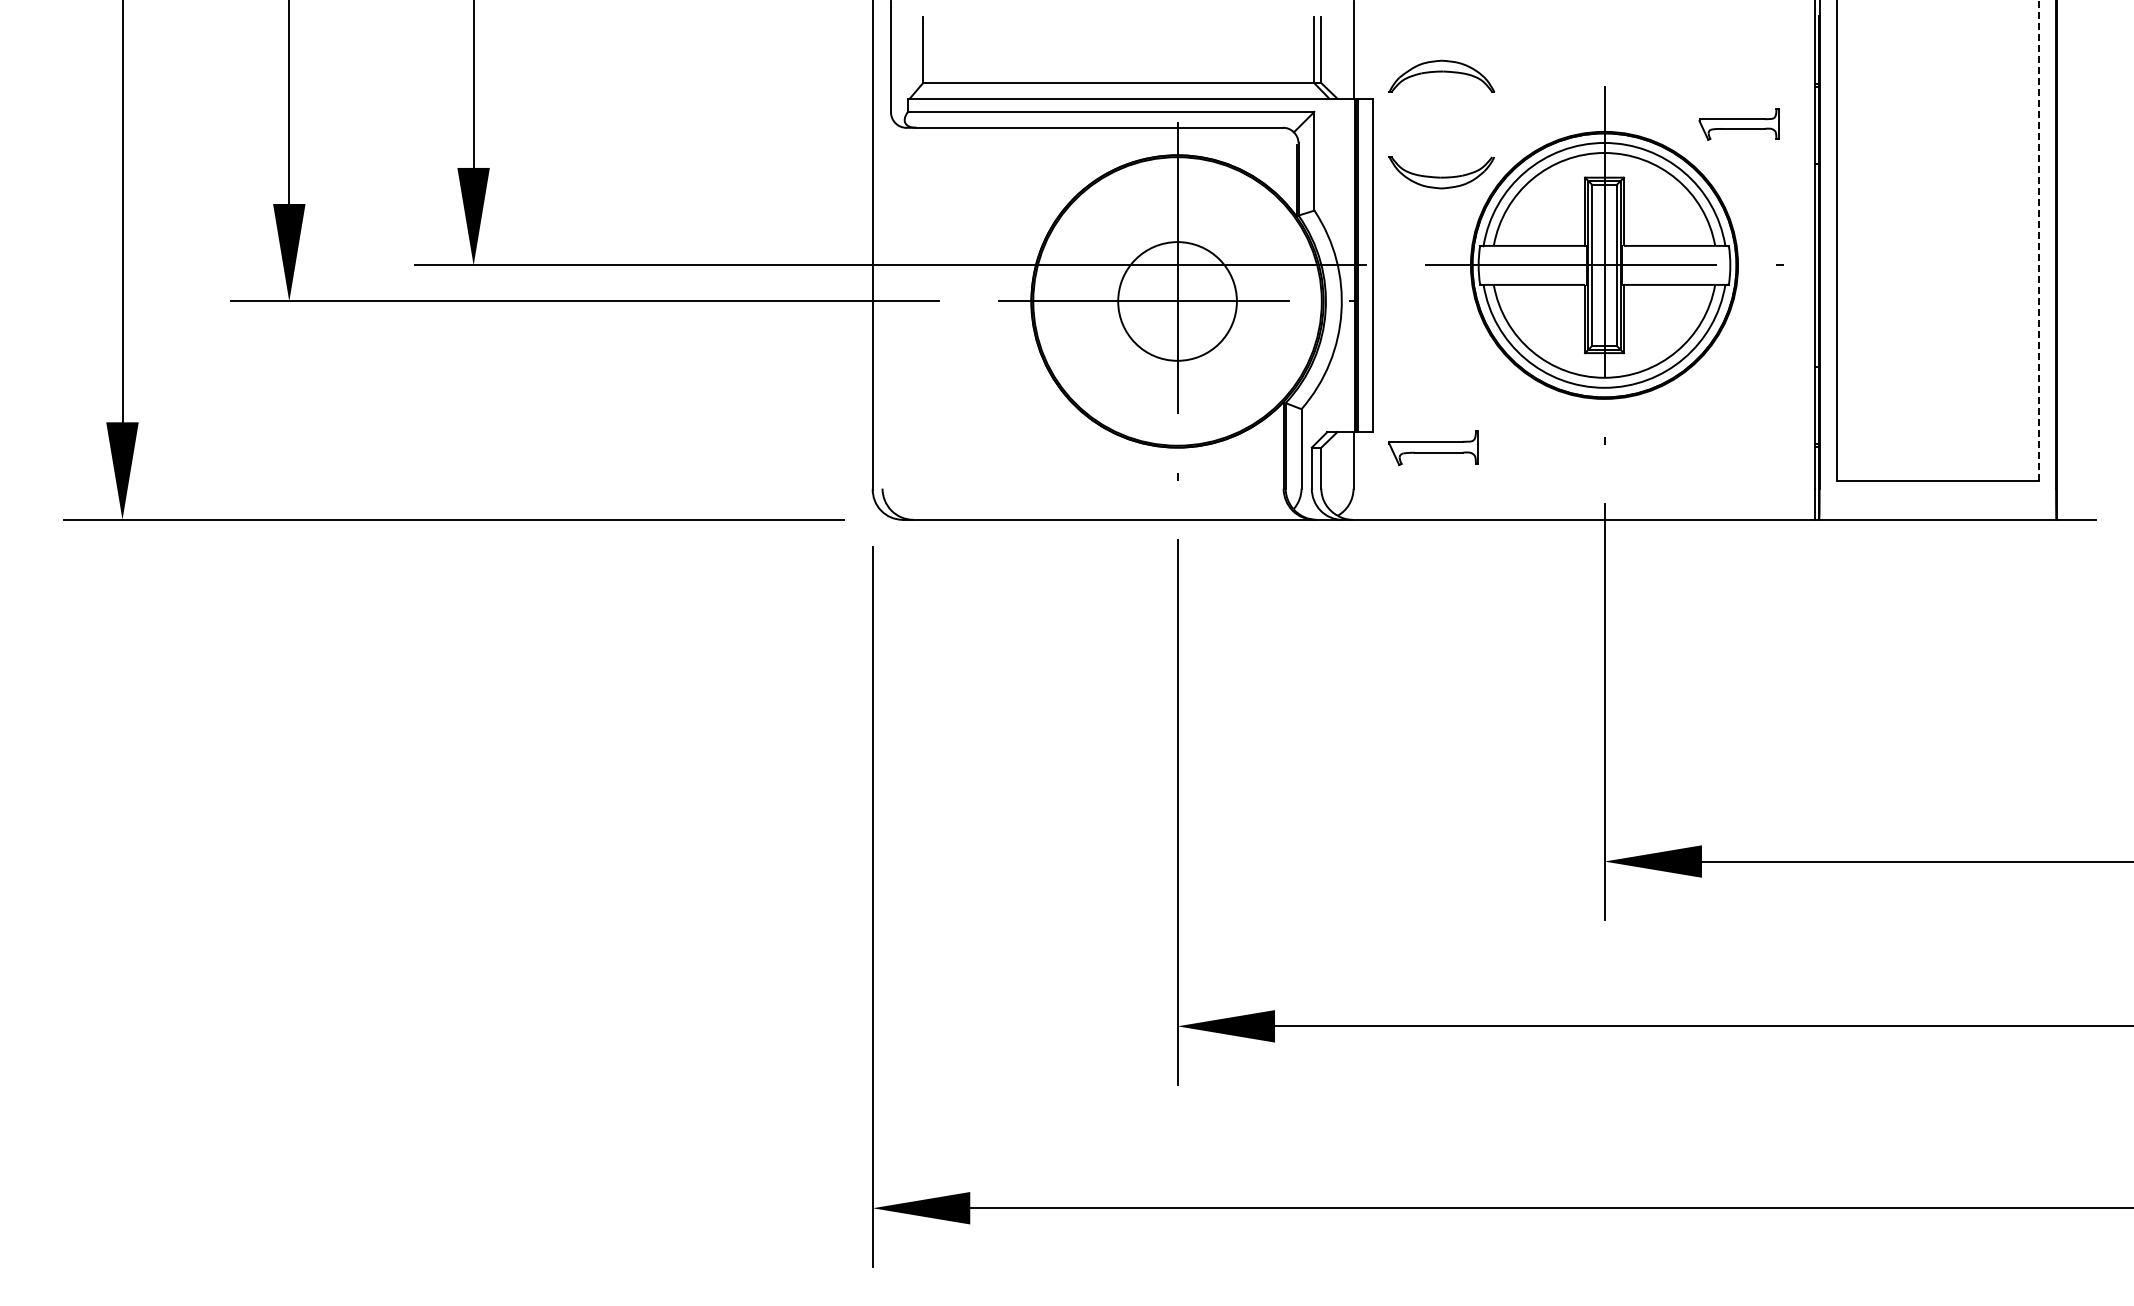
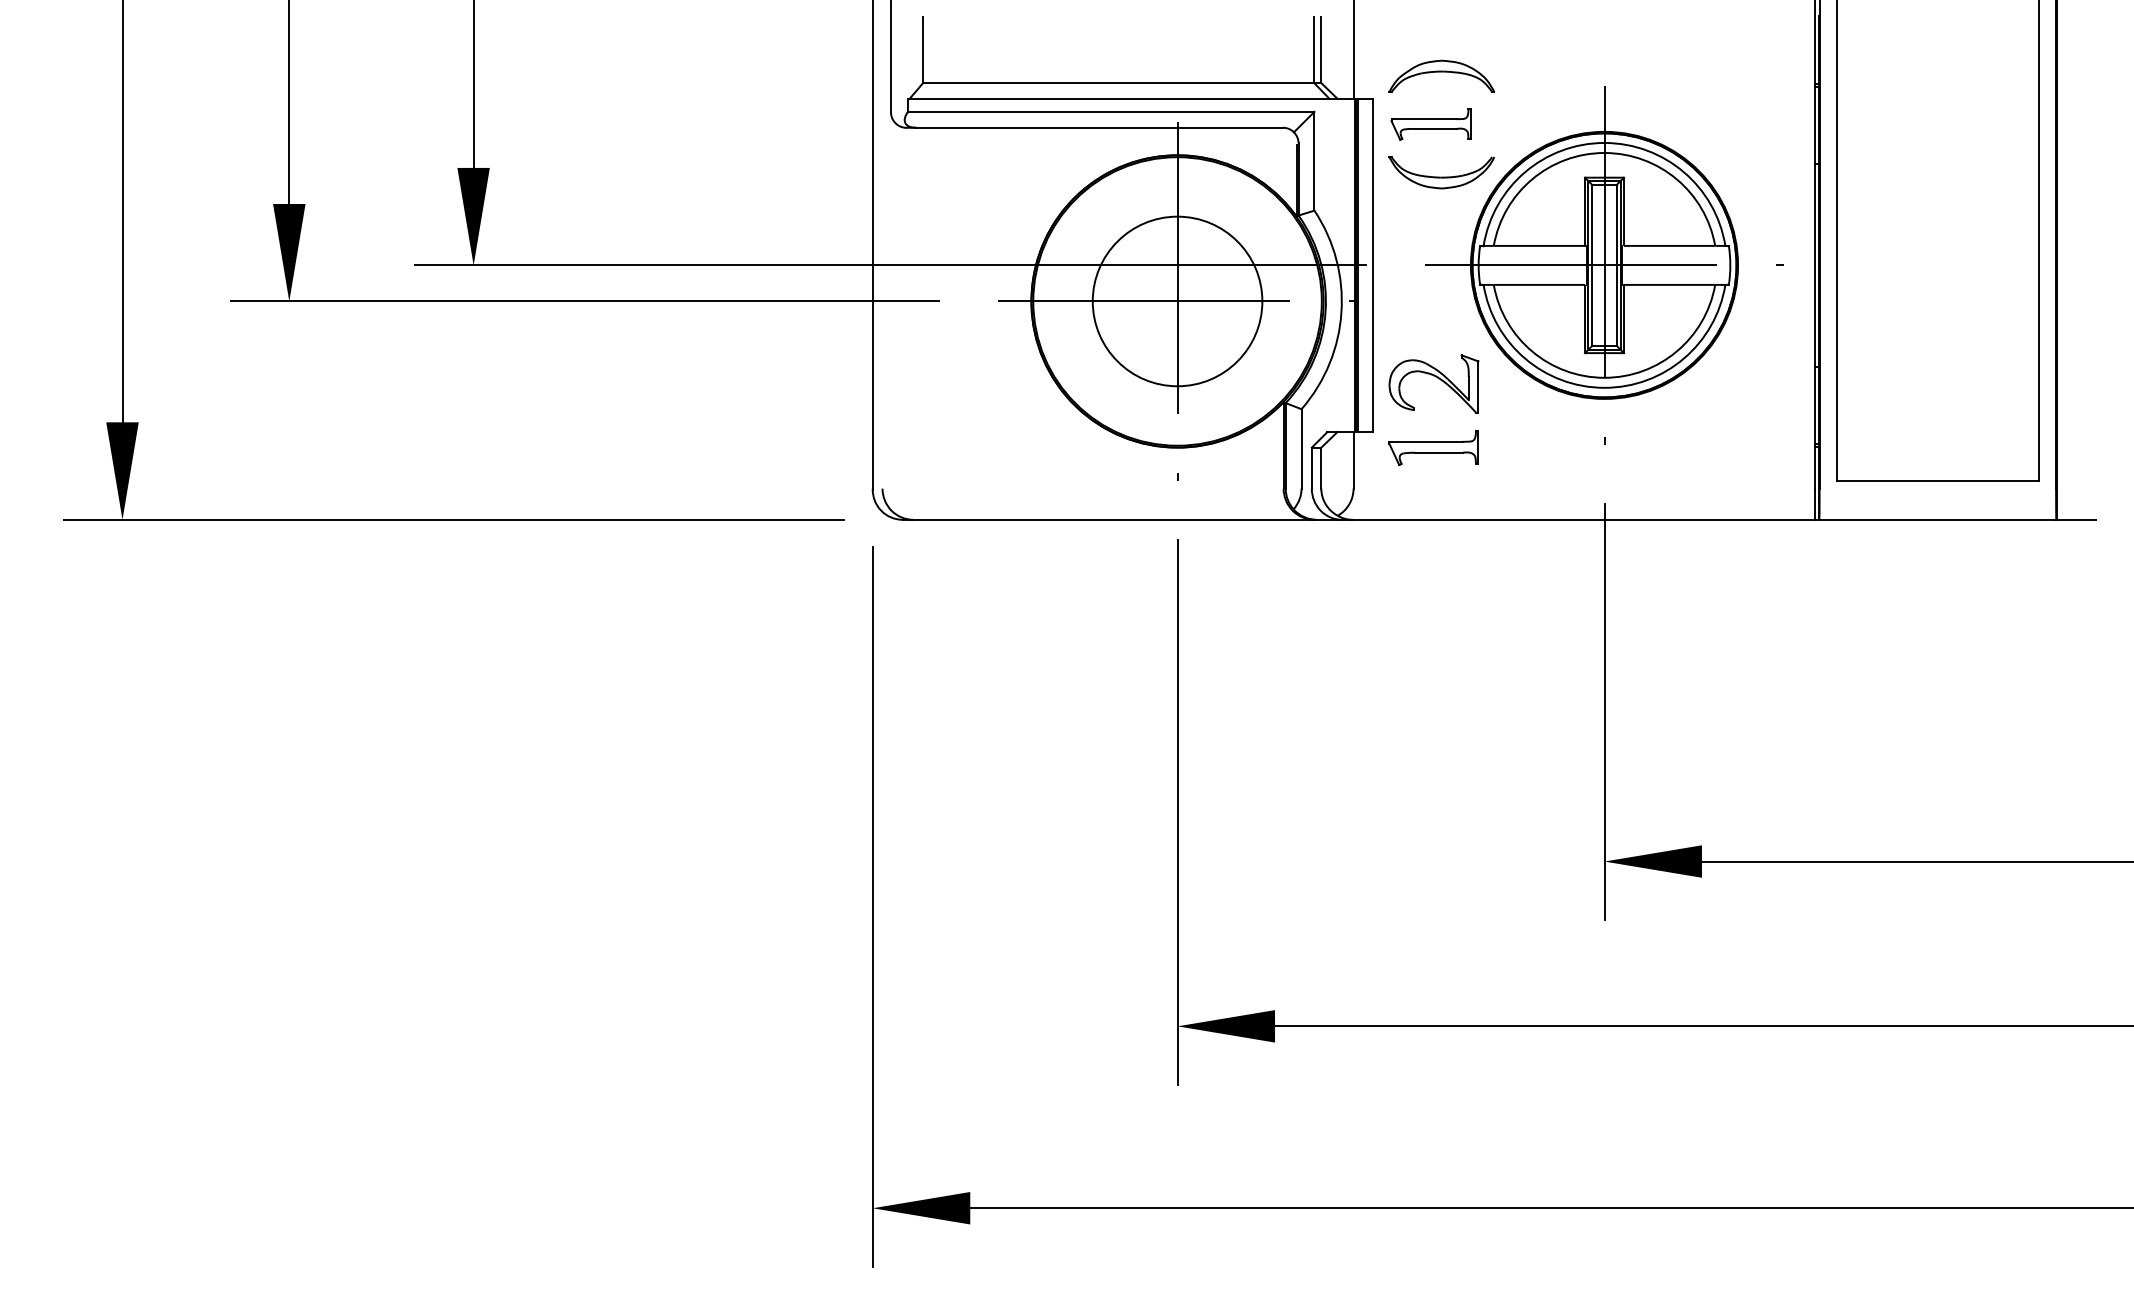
part at (1738, 124) position: (1738, 124) -> (1430, 124)
line at (2039, 239): dashed -> solid
circle at (1177, 301) diameter: 119 px -> 170 px
part at (1435, 377): none -> present
